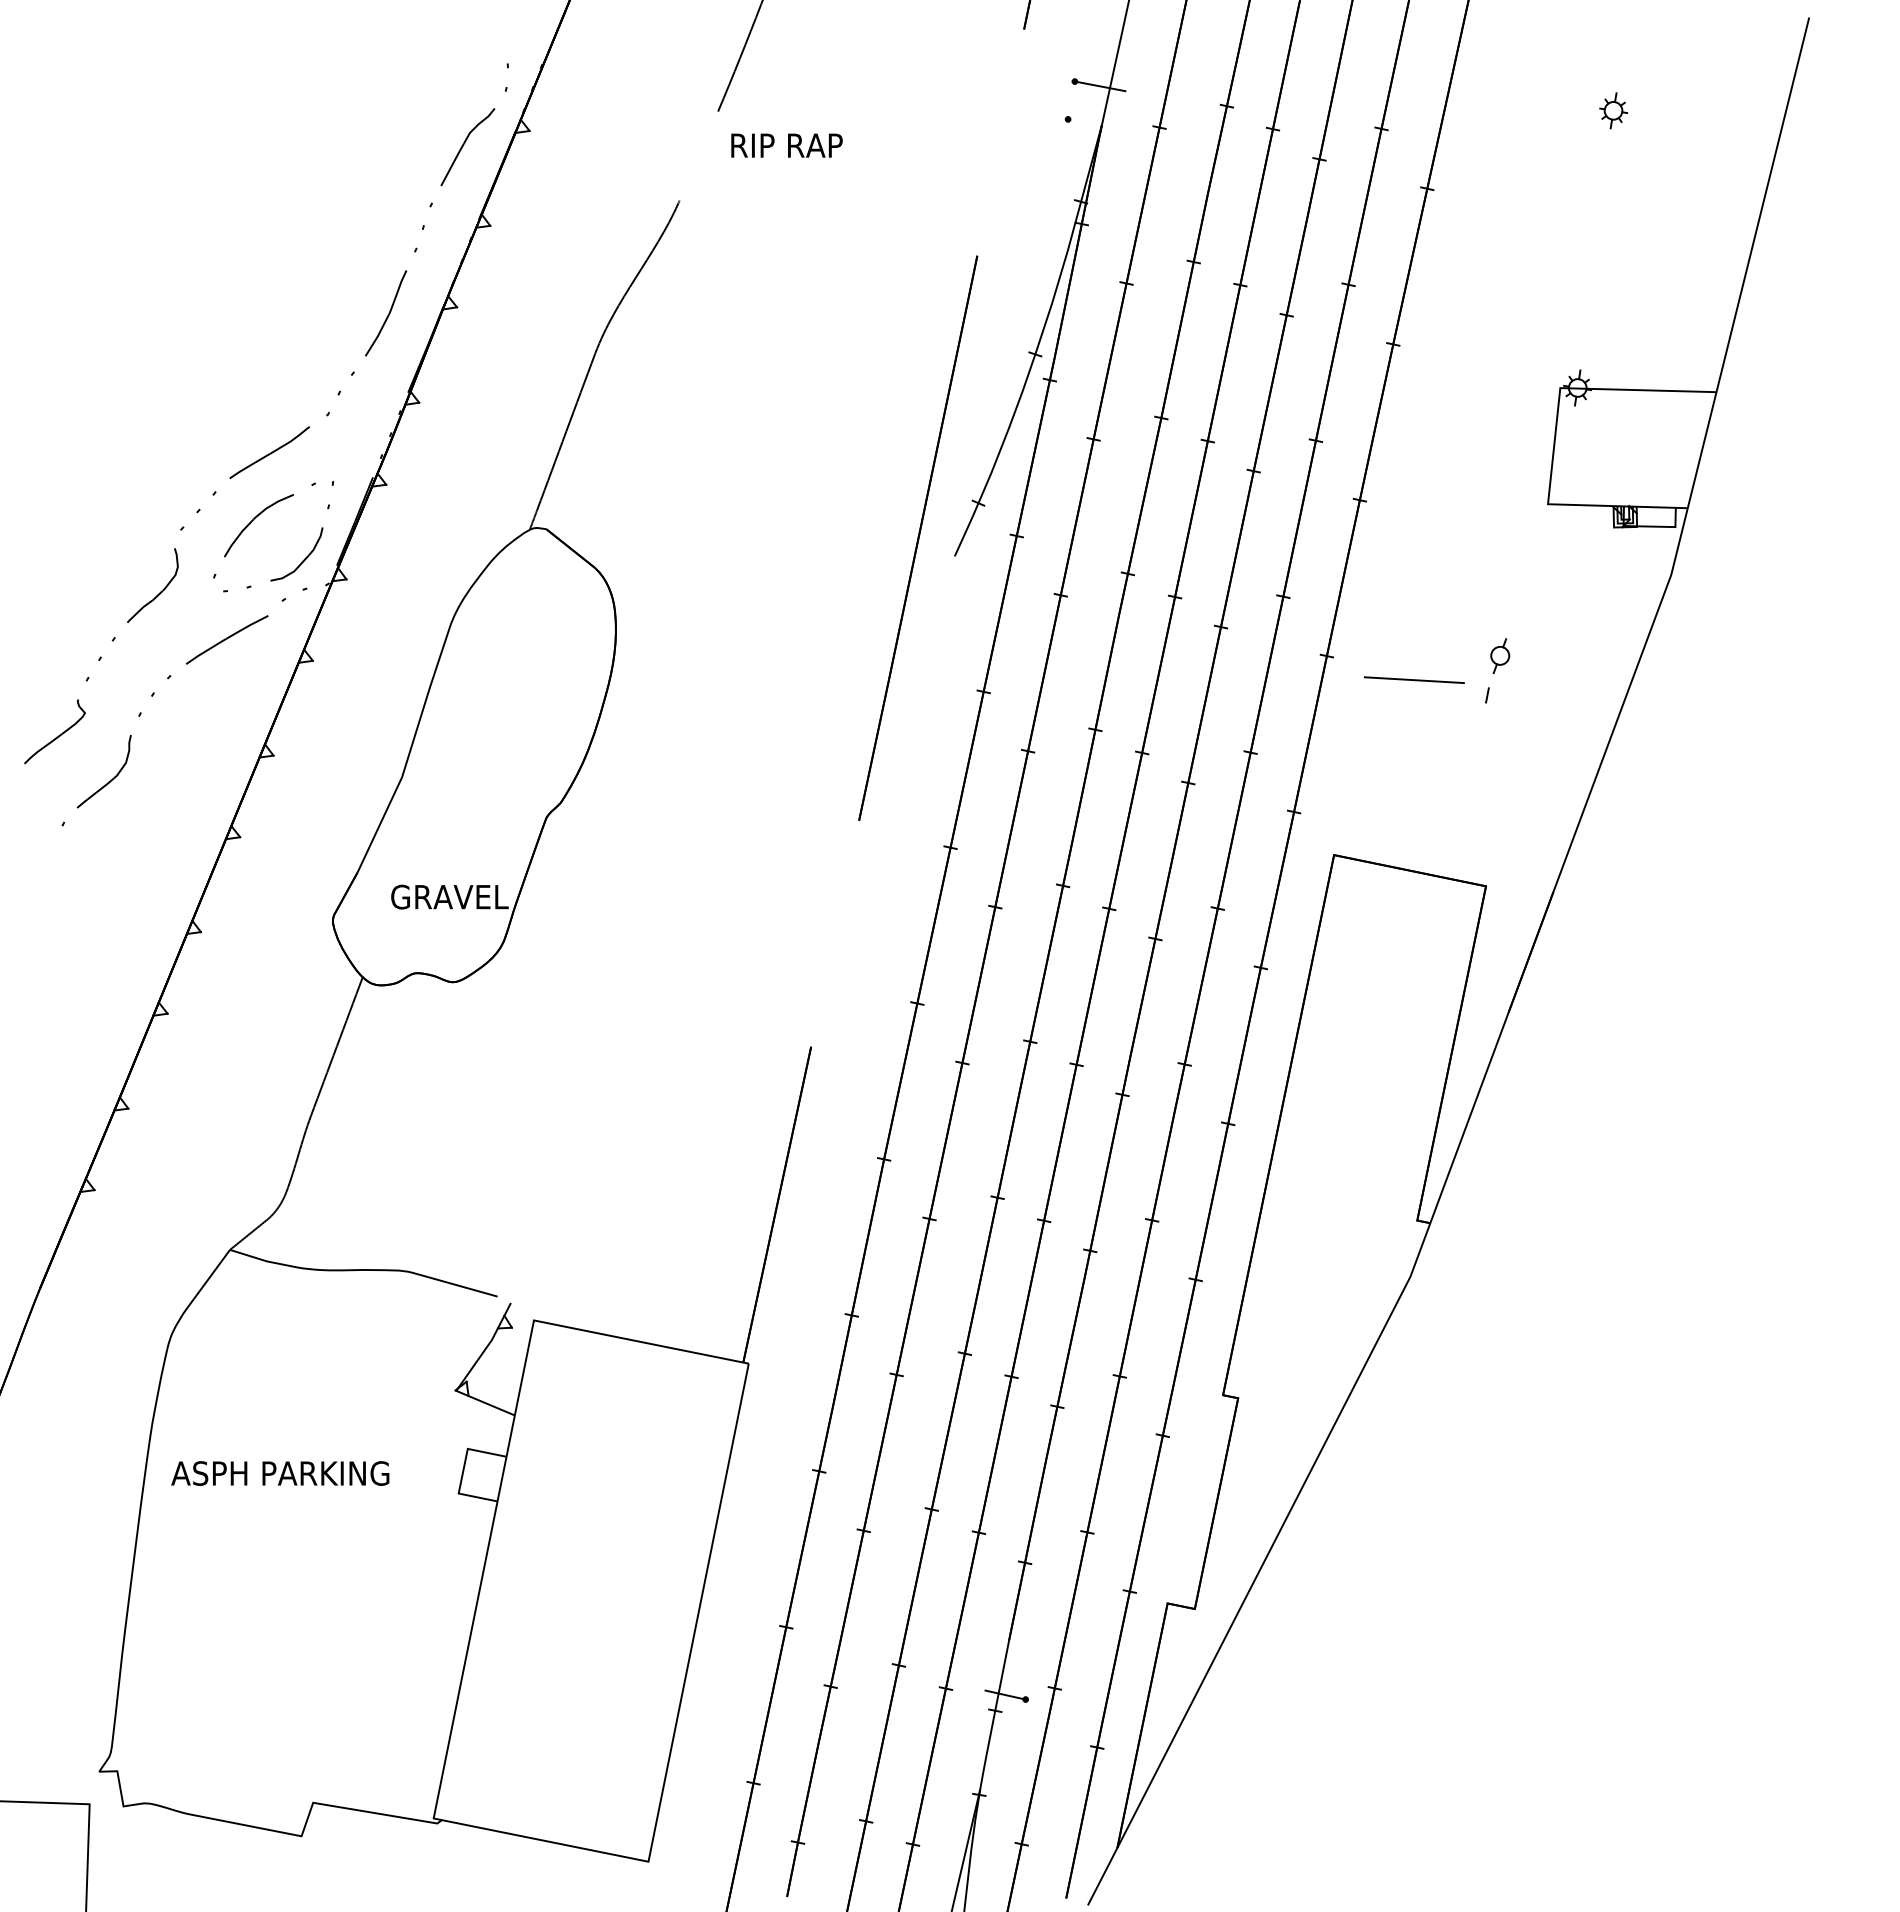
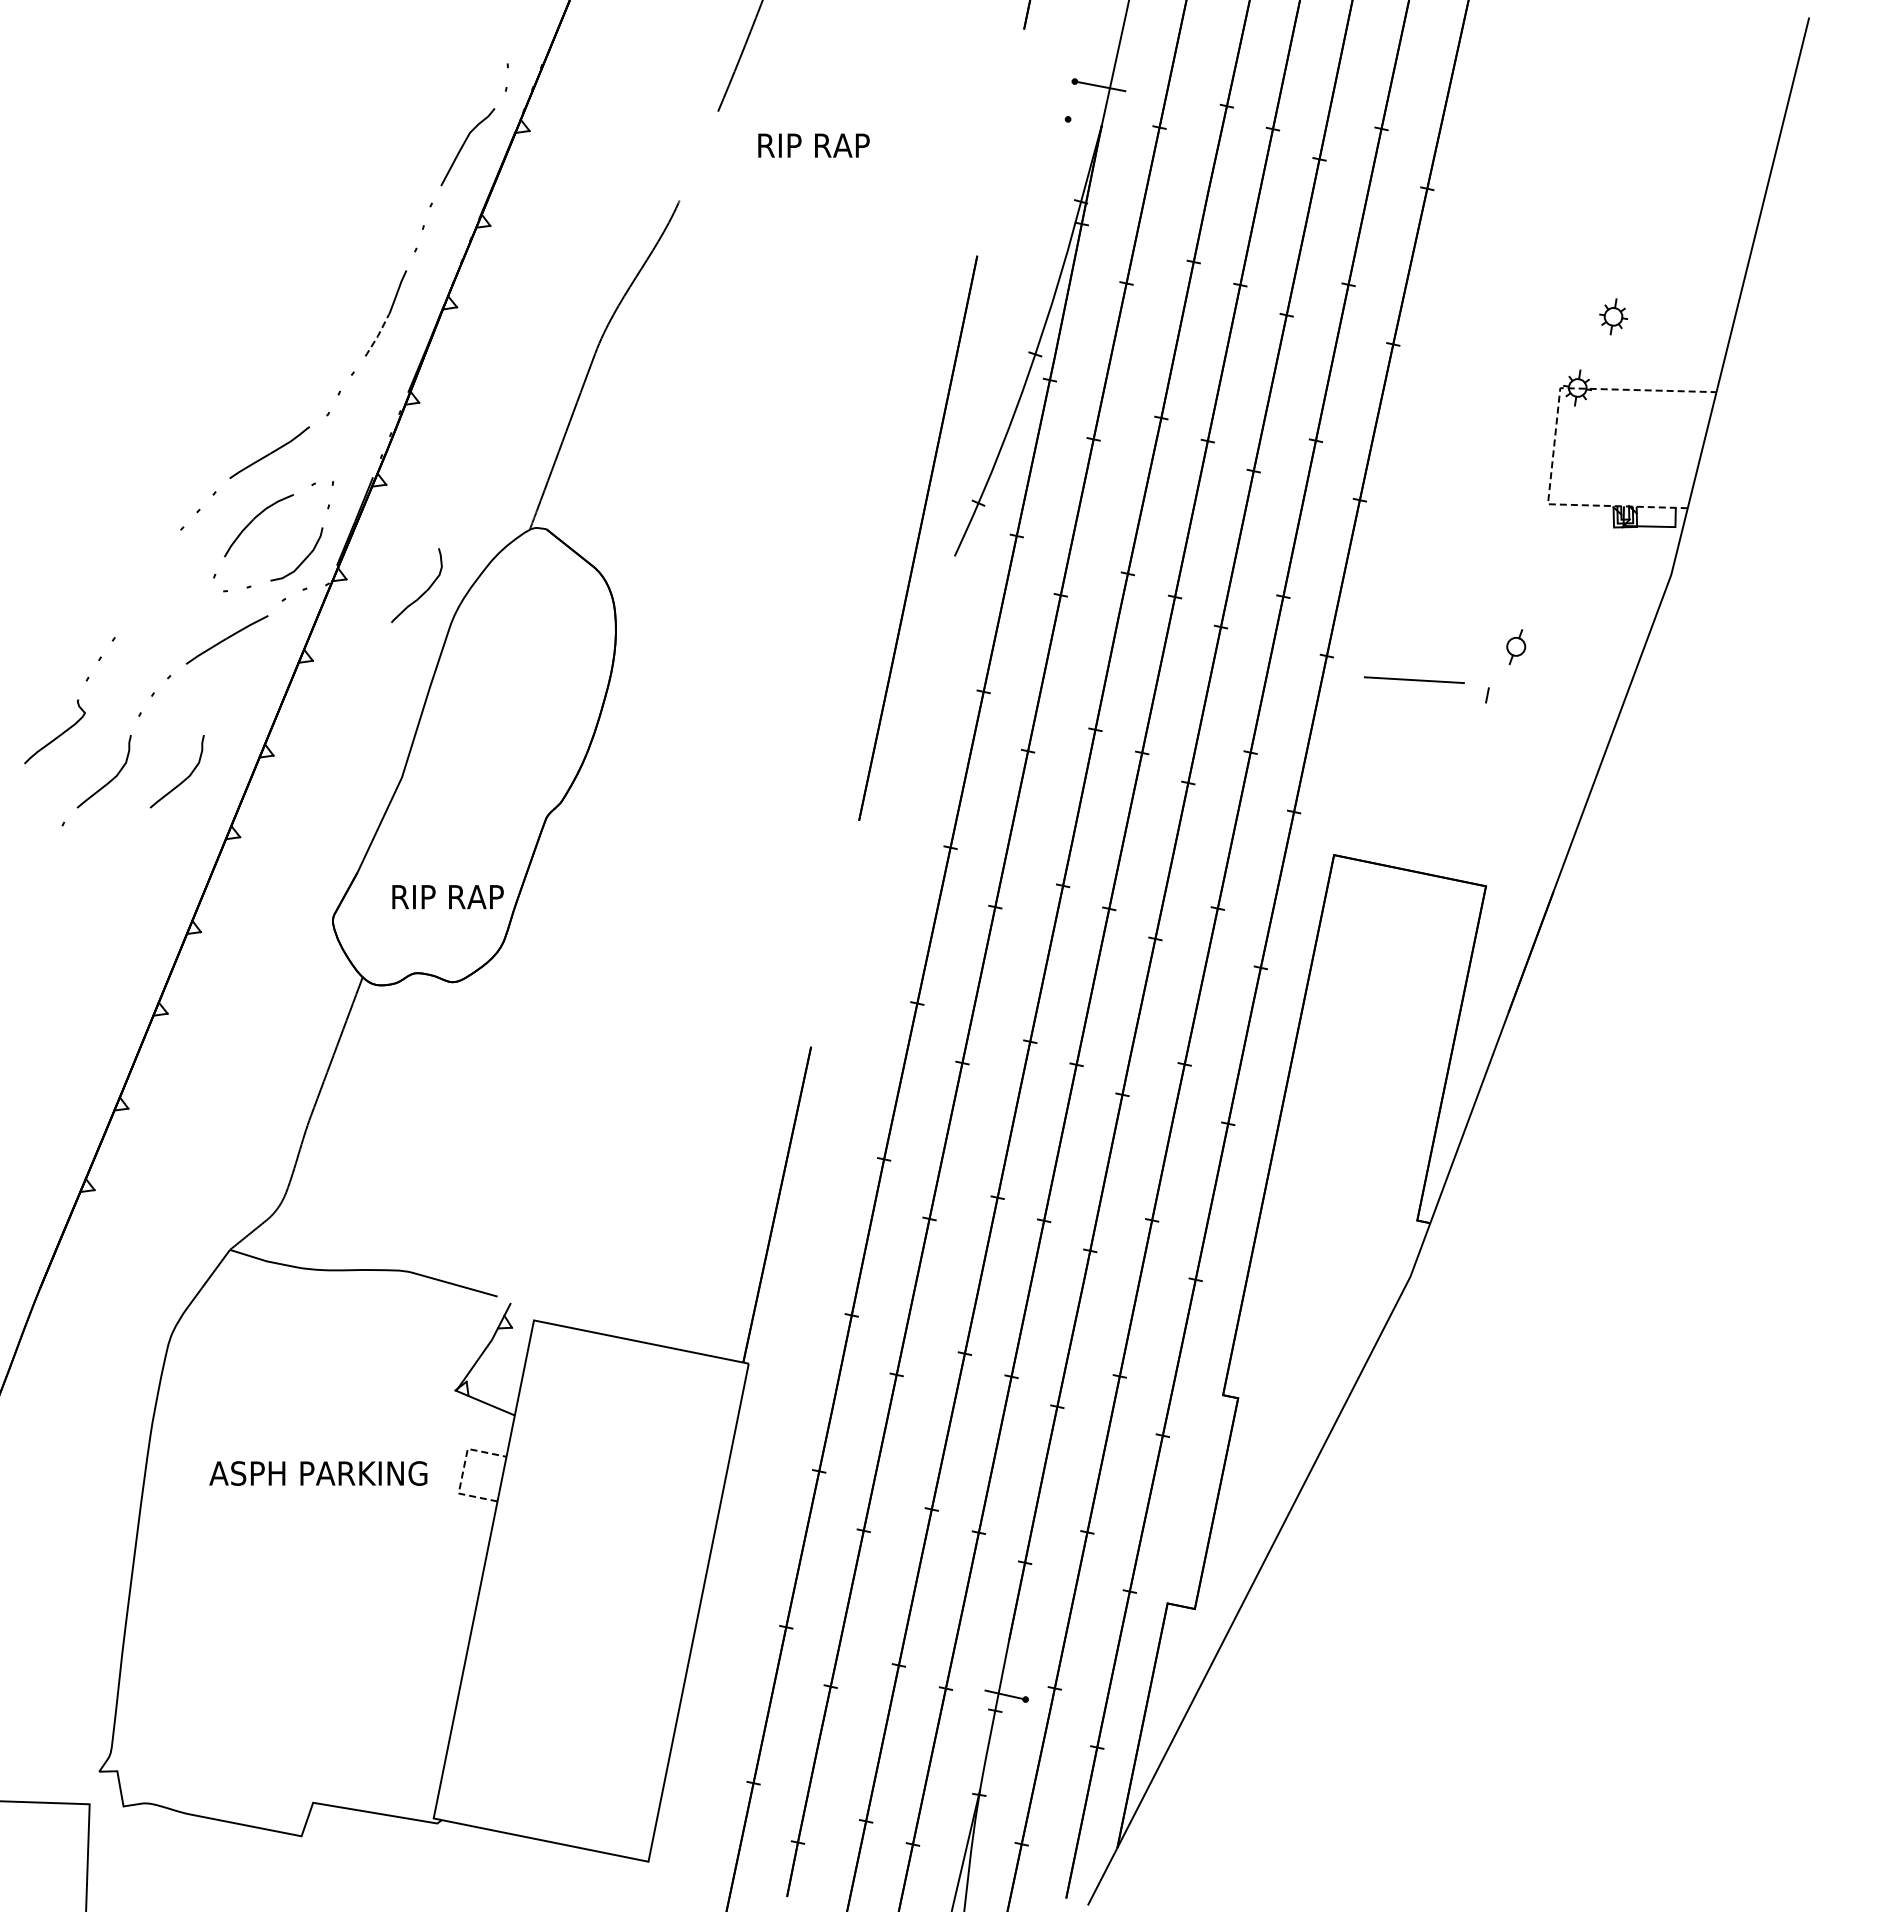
part at (1613, 110) position: (1613, 110) -> (1613, 316)
text at (786, 145) position: (786, 145) -> (813, 145)
line at (377, 336): solid -> dashed
line at (1555, 437): solid -> dashed
part at (159, 592) position: (159, 592) -> (423, 592)
part at (1500, 655) position: (1500, 655) -> (1516, 646)
part at (182, 780): none -> present
text at (449, 896): GRAVEL -> RIP RAP
line at (463, 1471): solid -> dashed
text at (280, 1473) position: (280, 1473) -> (318, 1473)
